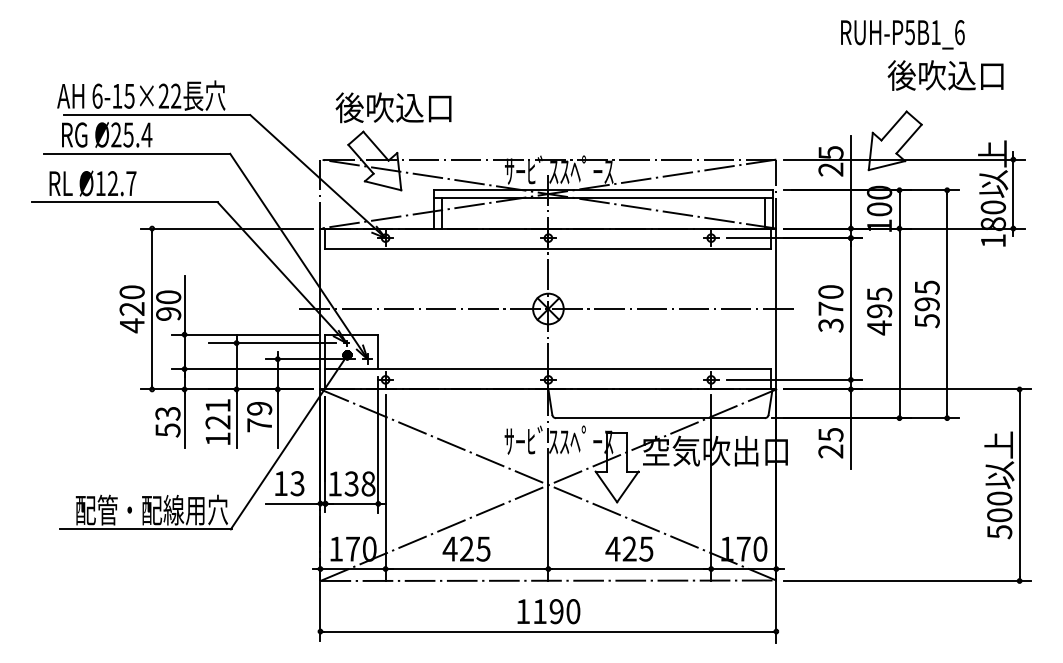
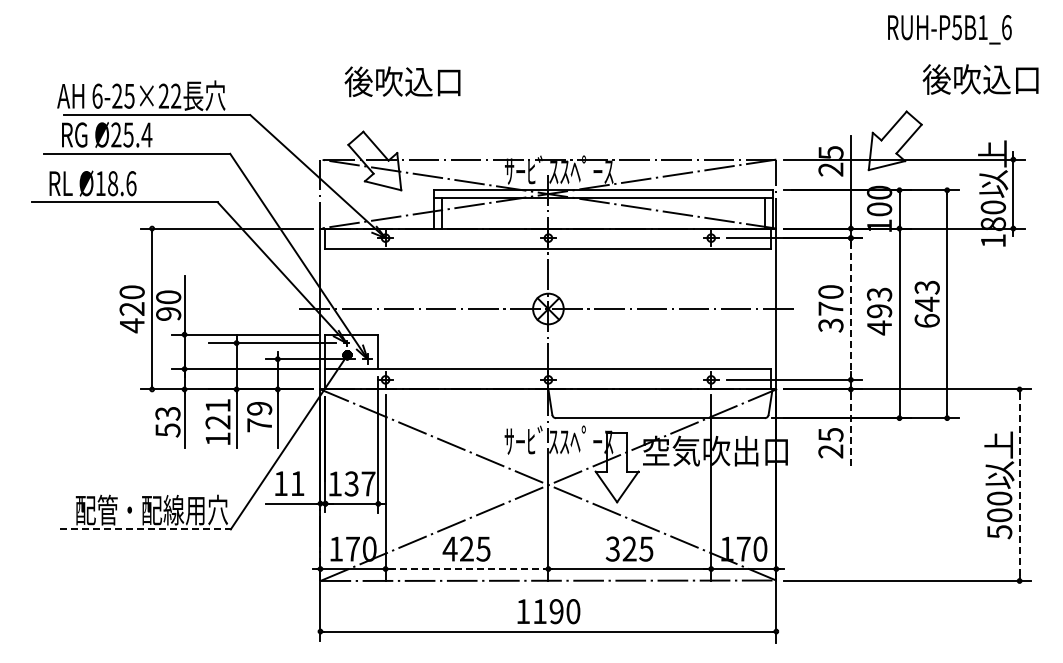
text at (902, 34) position: (902, 34) -> (949, 29)
text at (945, 75) position: (945, 75) -> (980, 79)
text at (117, 95): 6-15×22 -> 6-25×22
text at (393, 107) position: (393, 107) -> (402, 81)
text at (122, 183): Ø12.7 -> Ø18.6
text at (879, 294): 495 -> 493
text at (926, 304): 595 -> 643
line at (850, 309): solid -> dashed
line at (850, 430): solid -> dashed
text at (297, 483): 13 -> 11
text at (368, 483): 138 -> 137
line at (1019, 485): solid -> dashed
line at (146, 529): solid -> dashed
text at (612, 548): 425 -> 325
line at (467, 569): solid -> dashed
